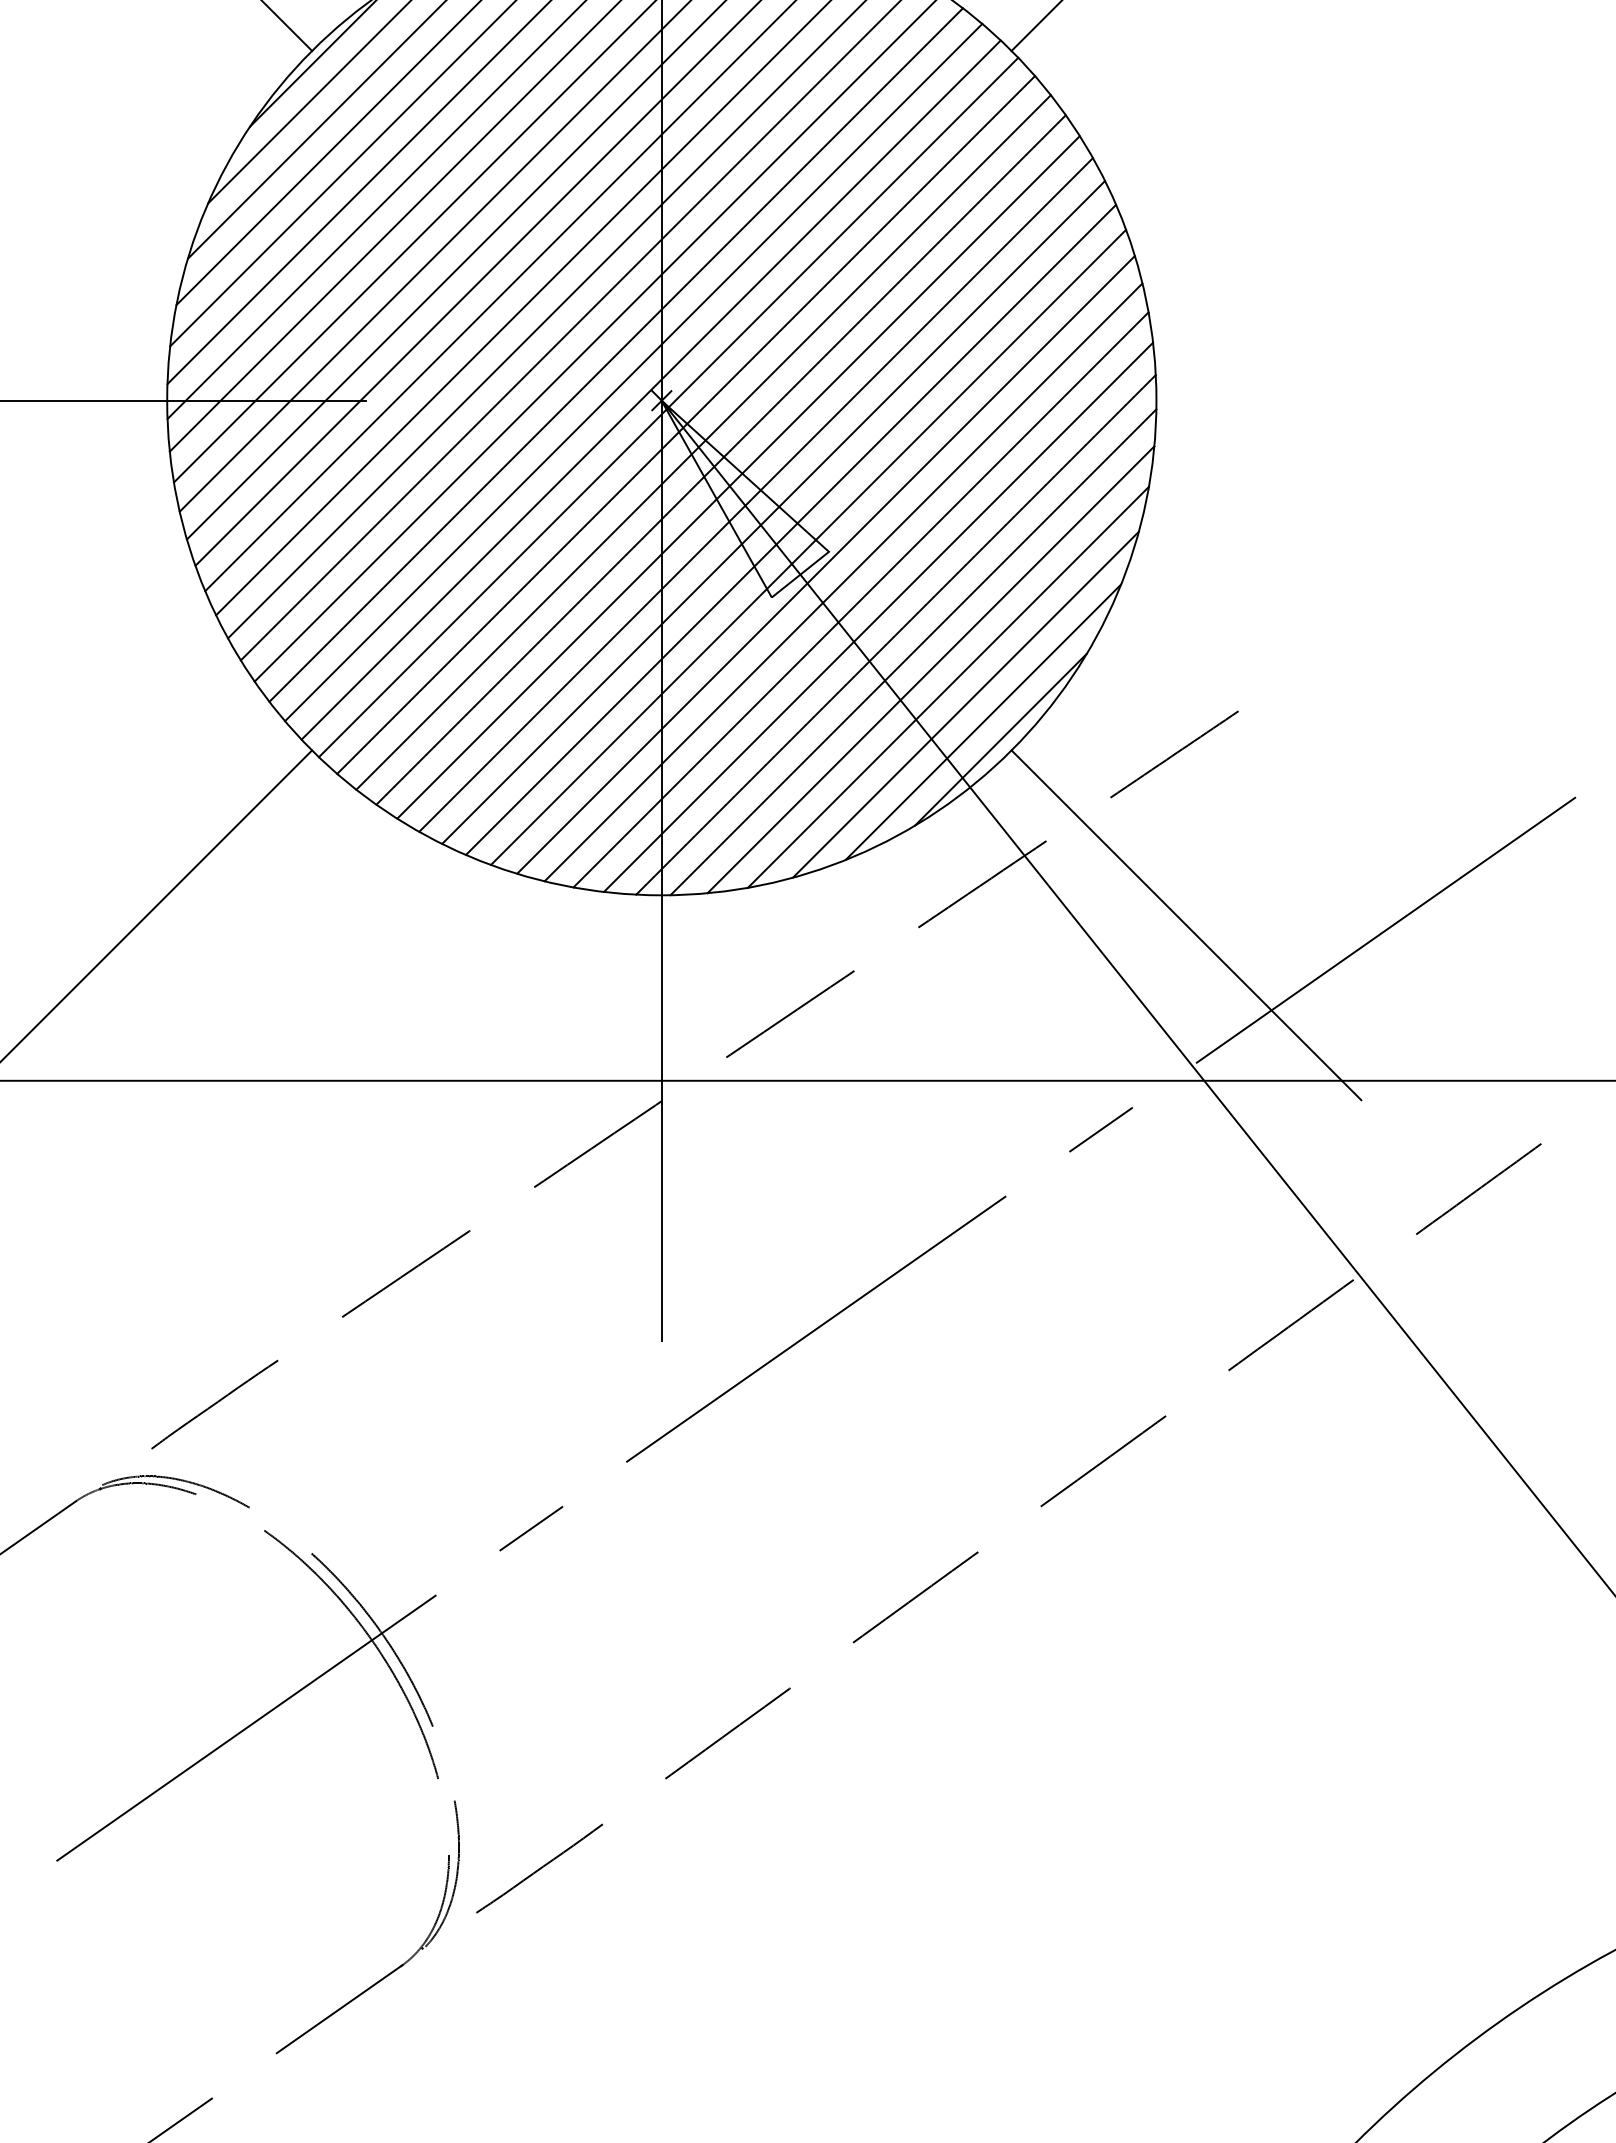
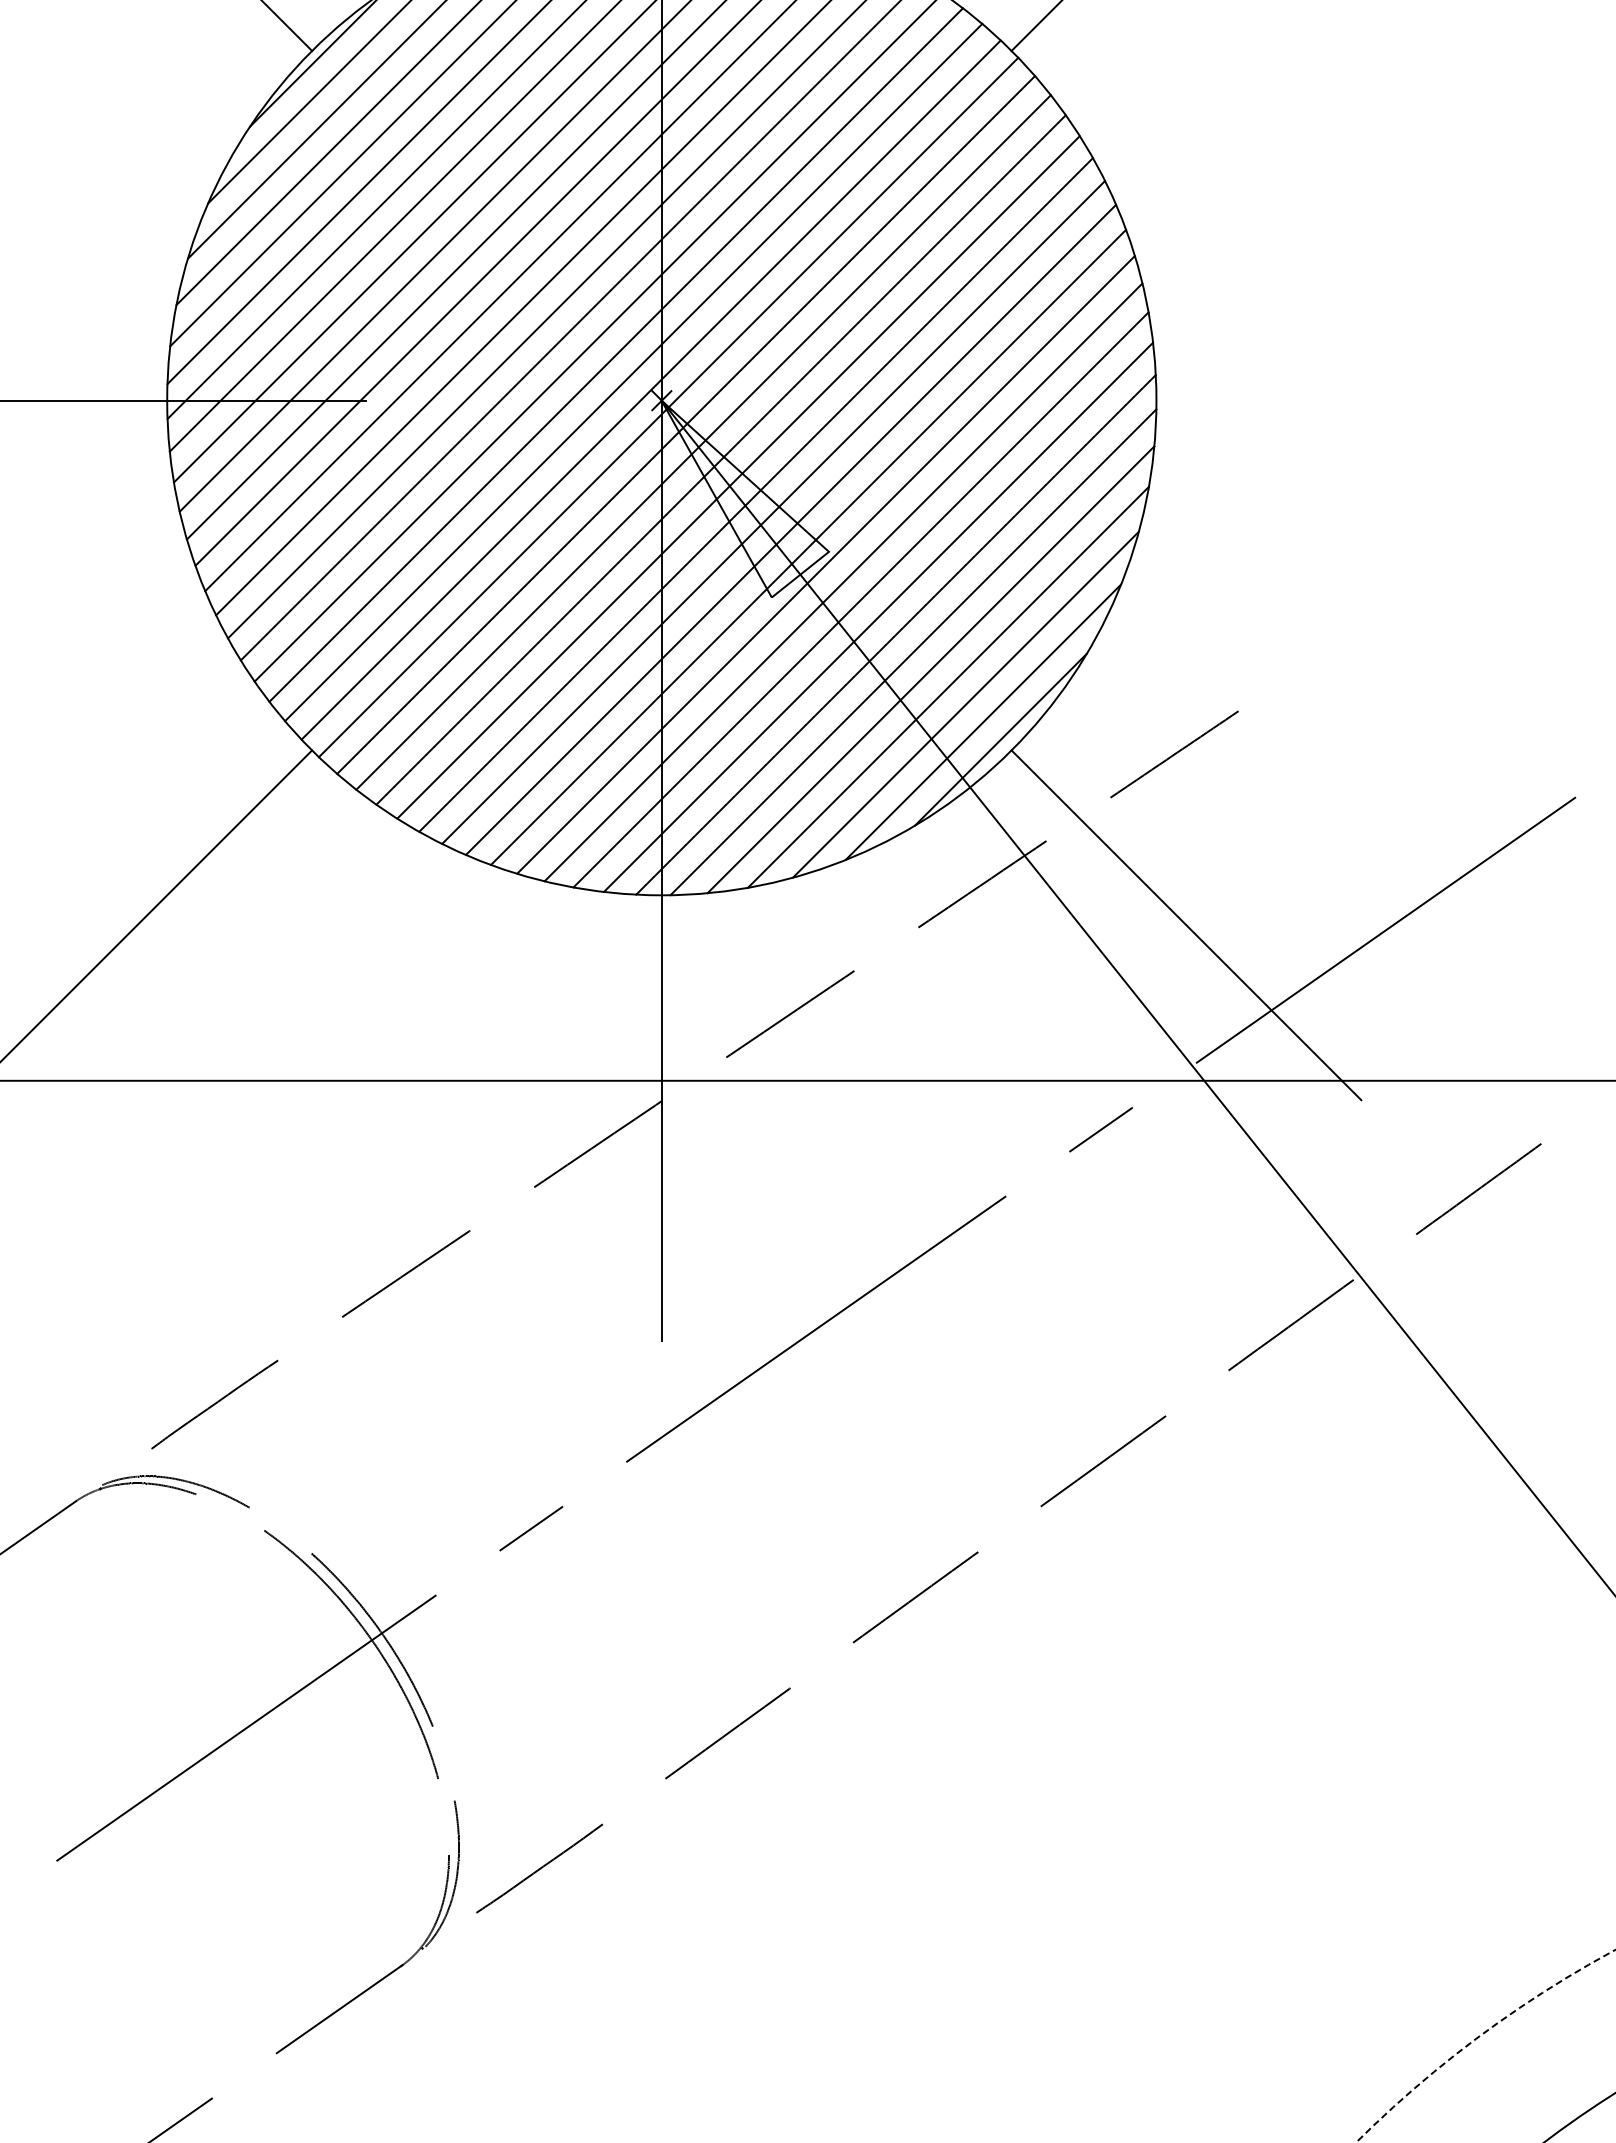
circle at (1485, 2045): solid -> dashed
